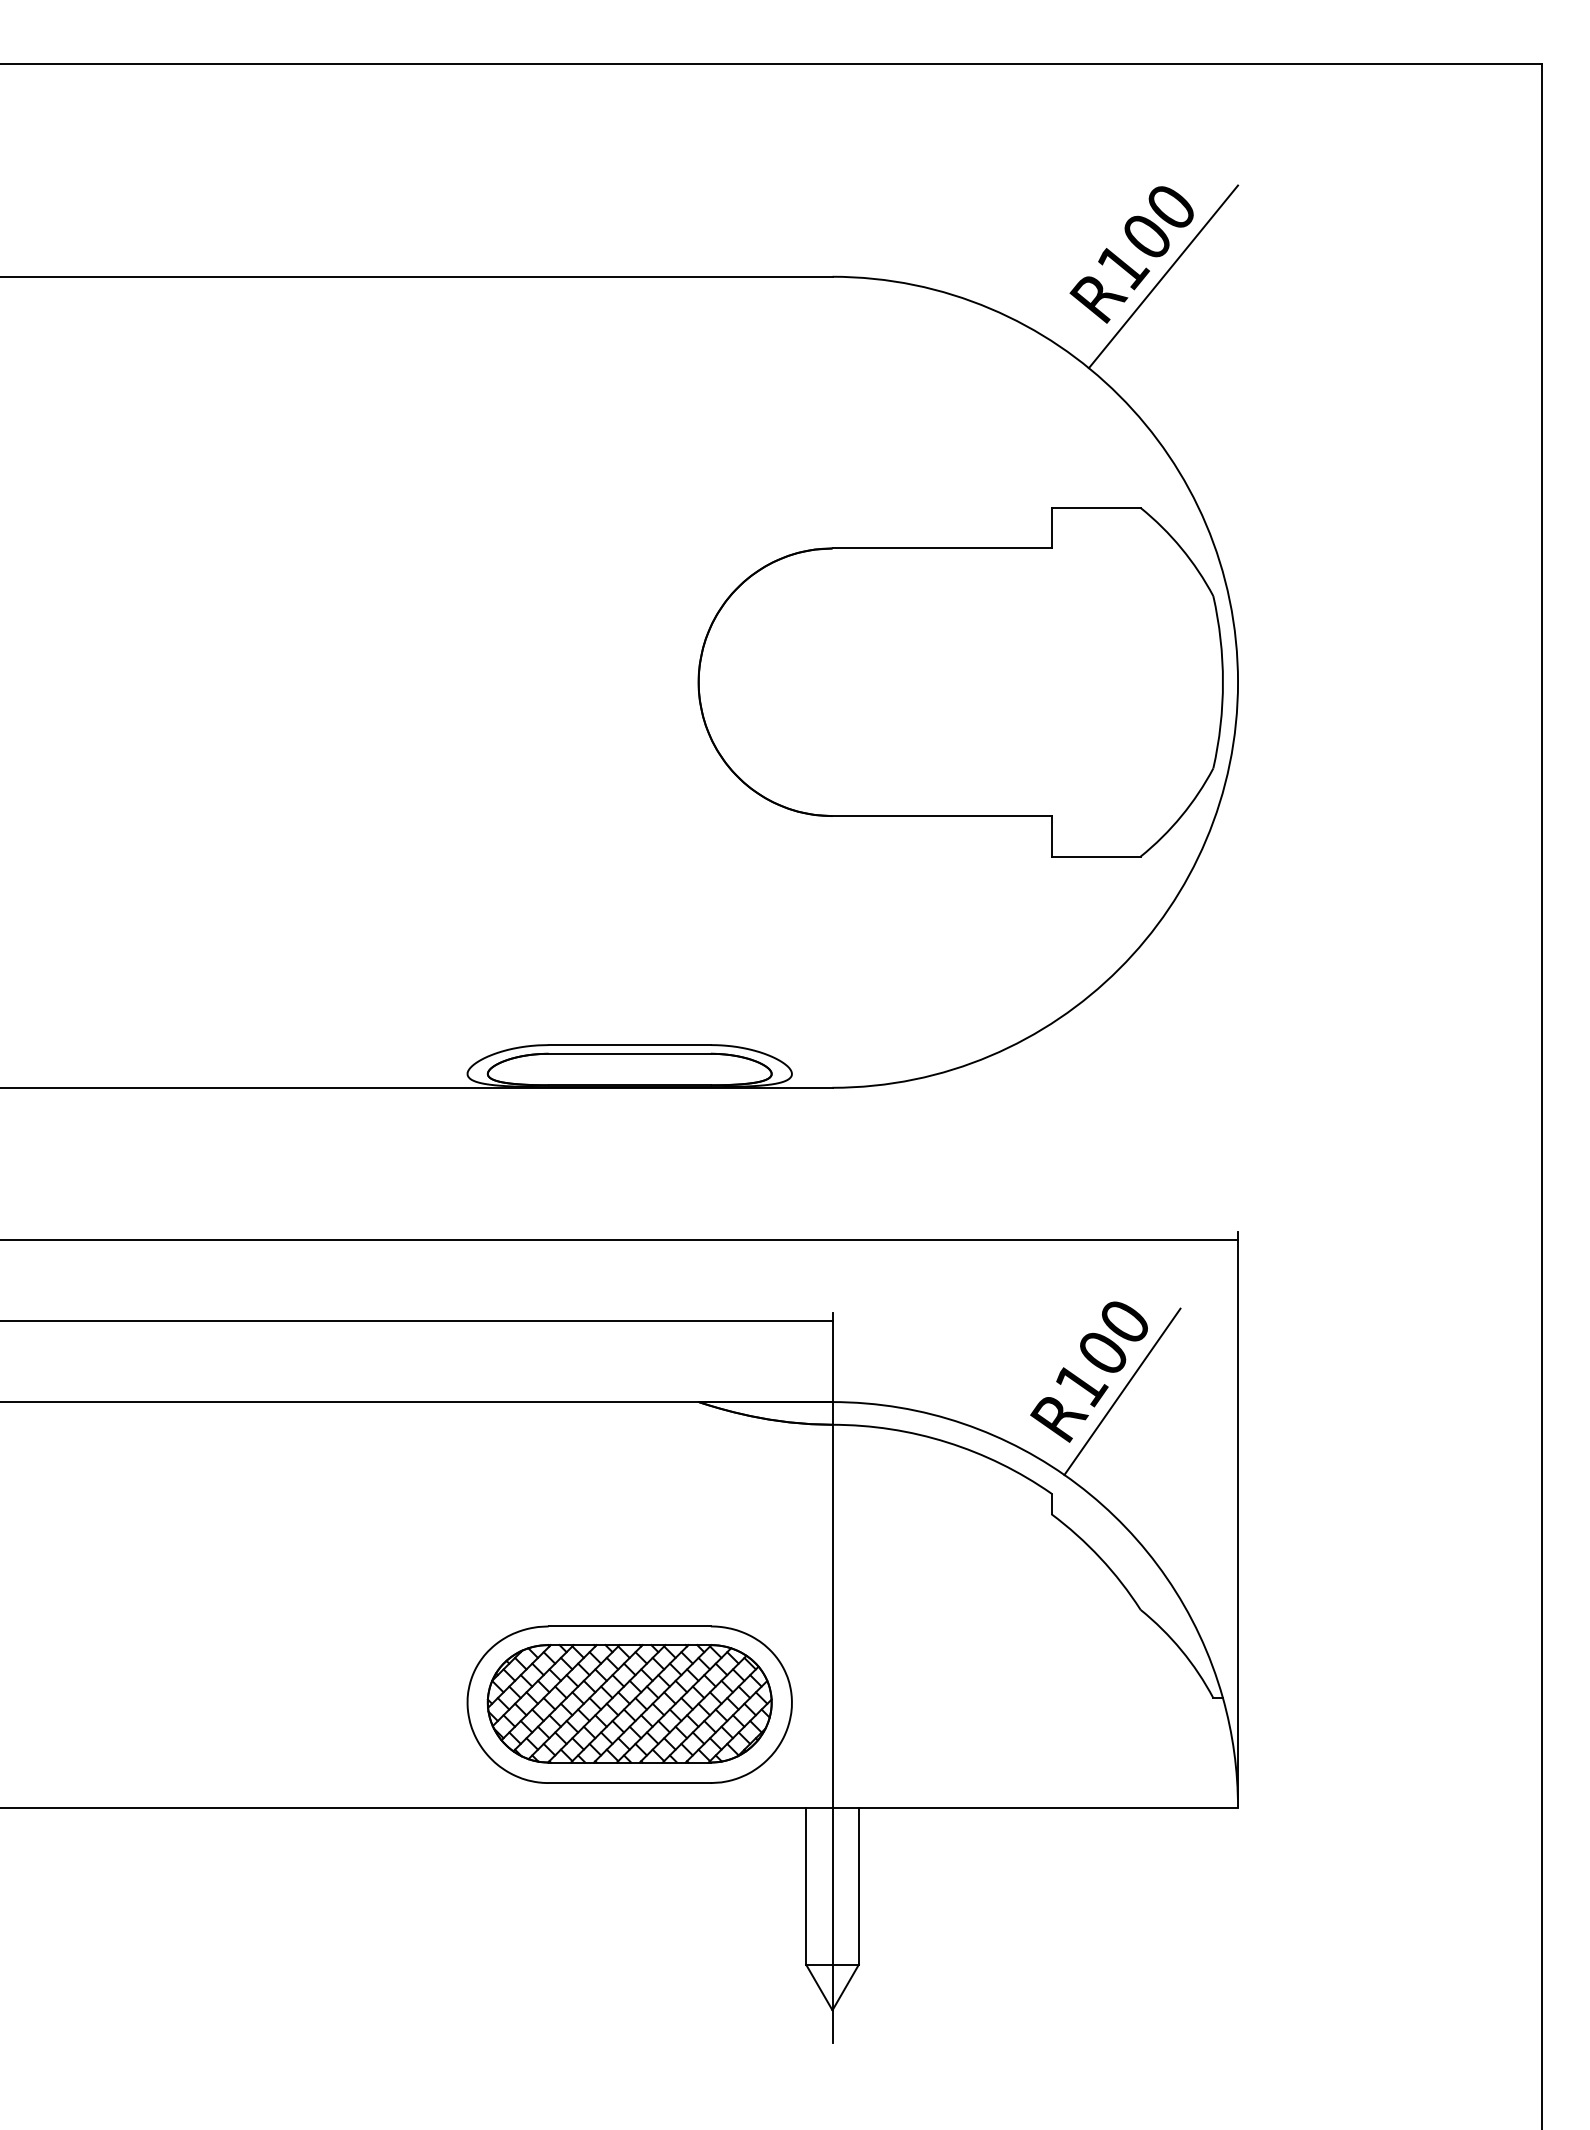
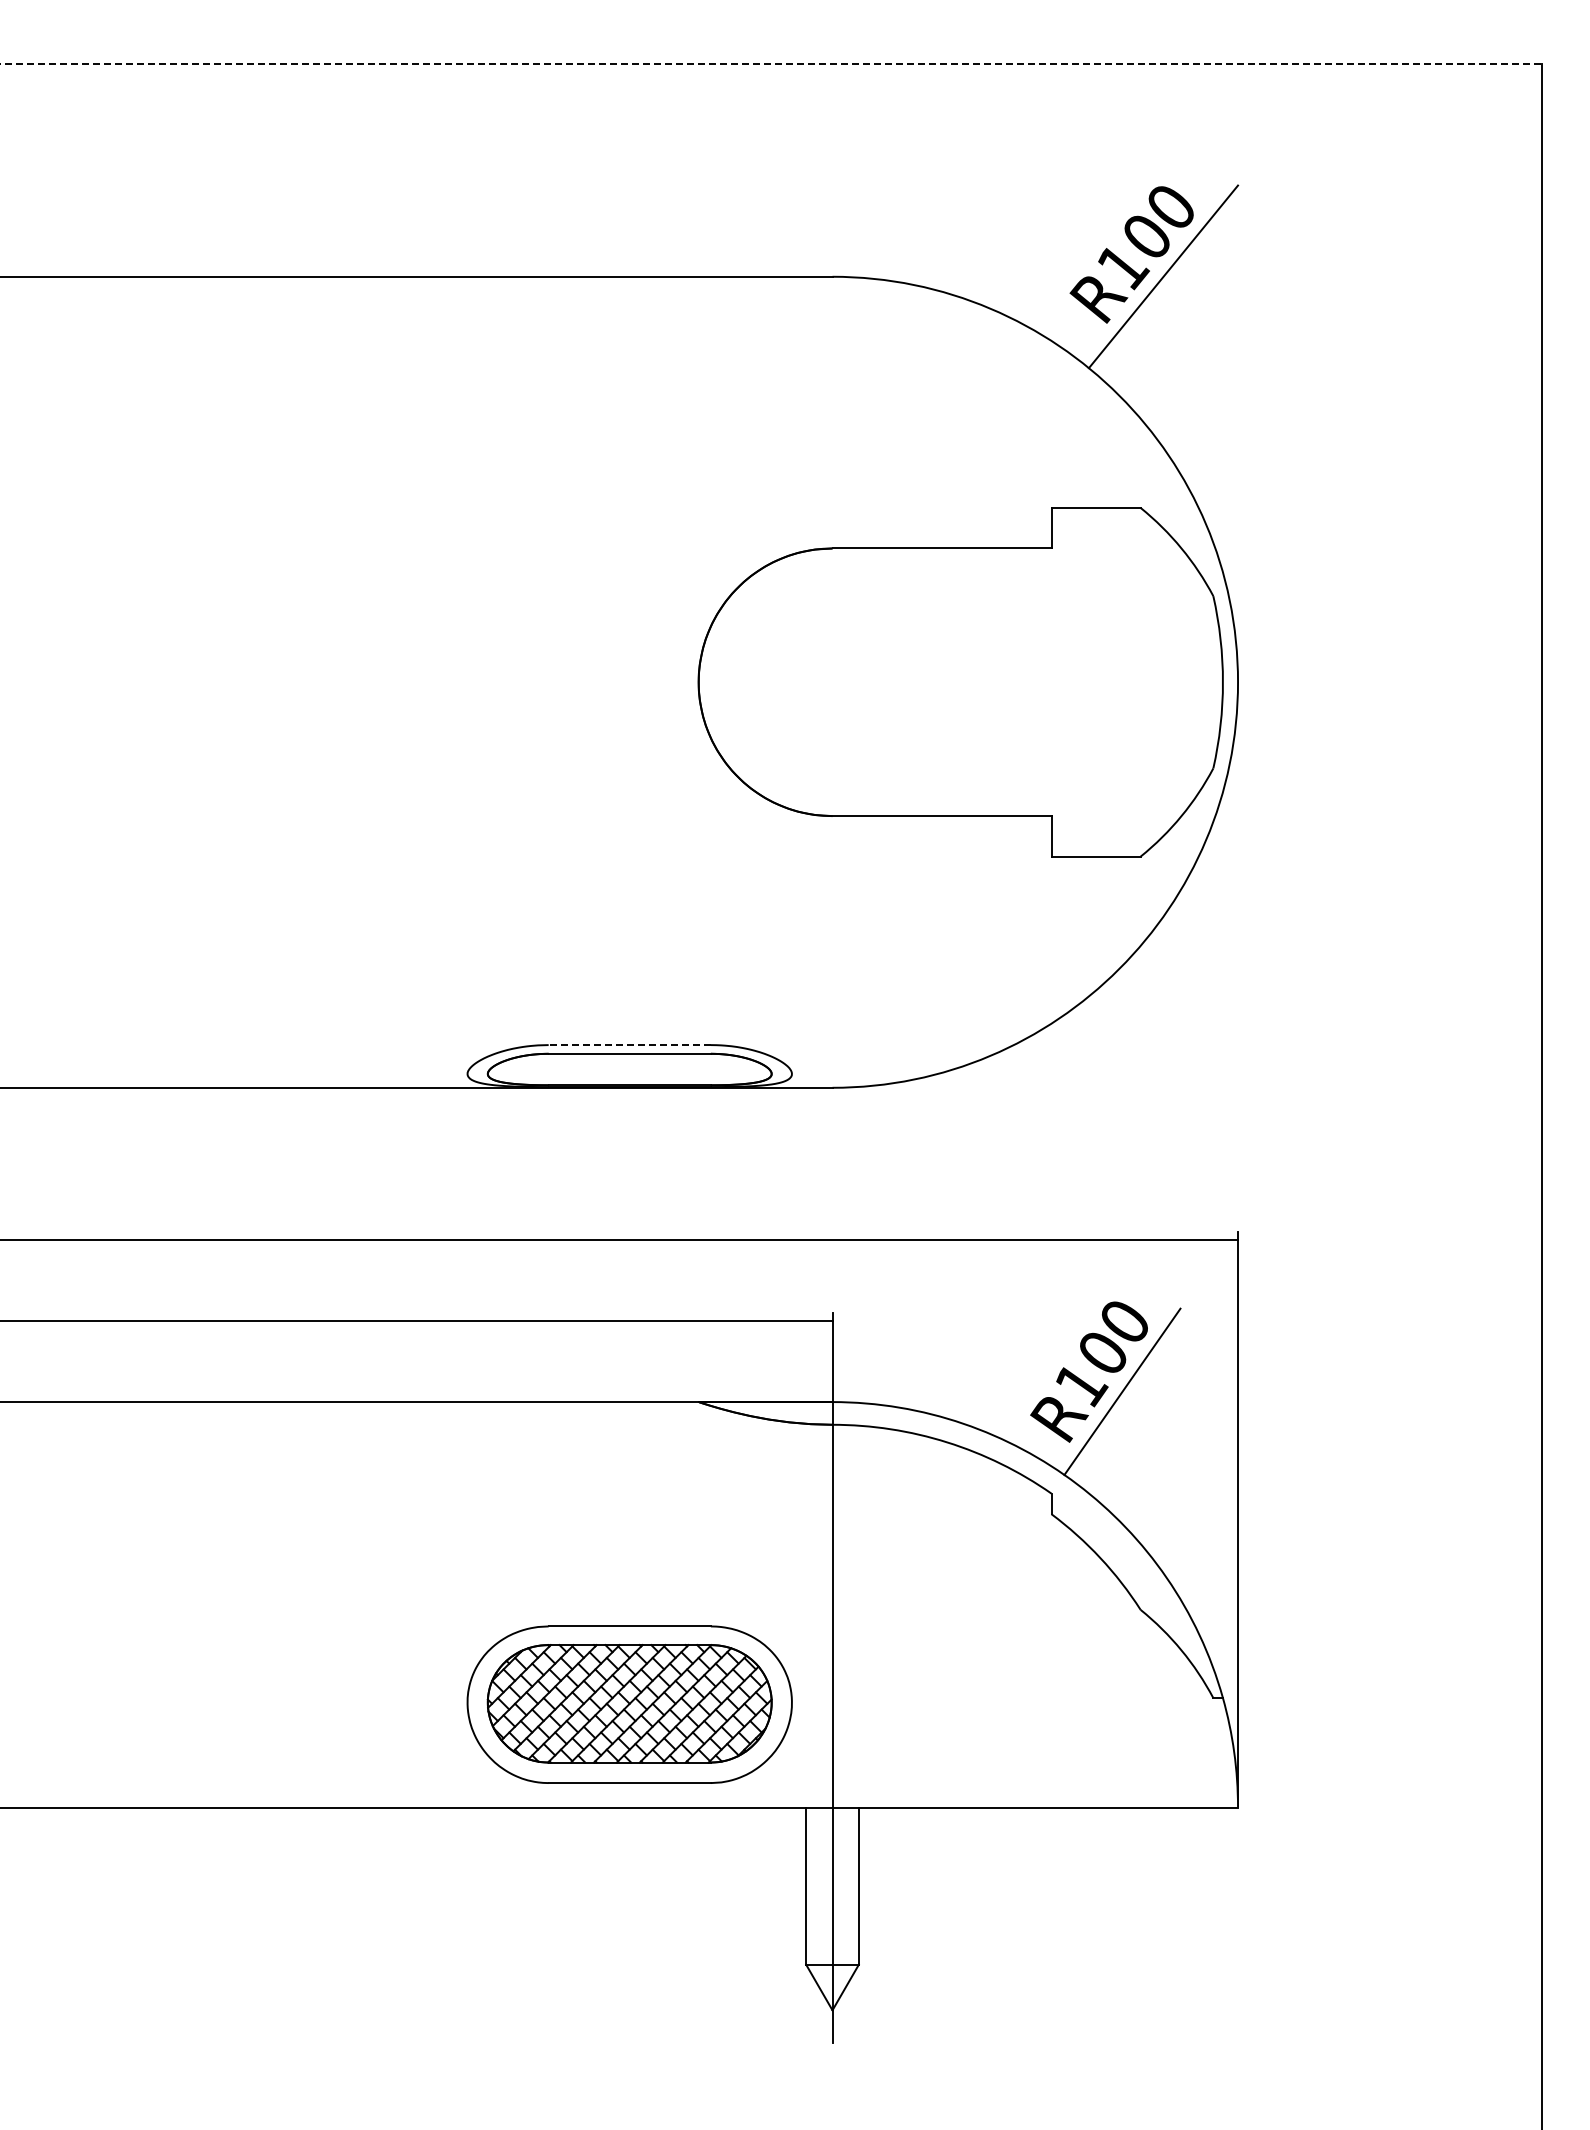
line at (771, 63): solid -> dashed
line at (629, 1045): solid -> dashed
